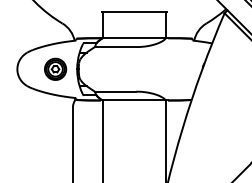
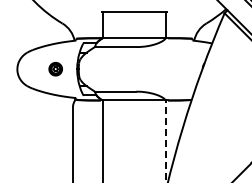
part at (55, 68) size: 24x24 px -> 15x15 px
line at (165, 140): solid -> dashed
